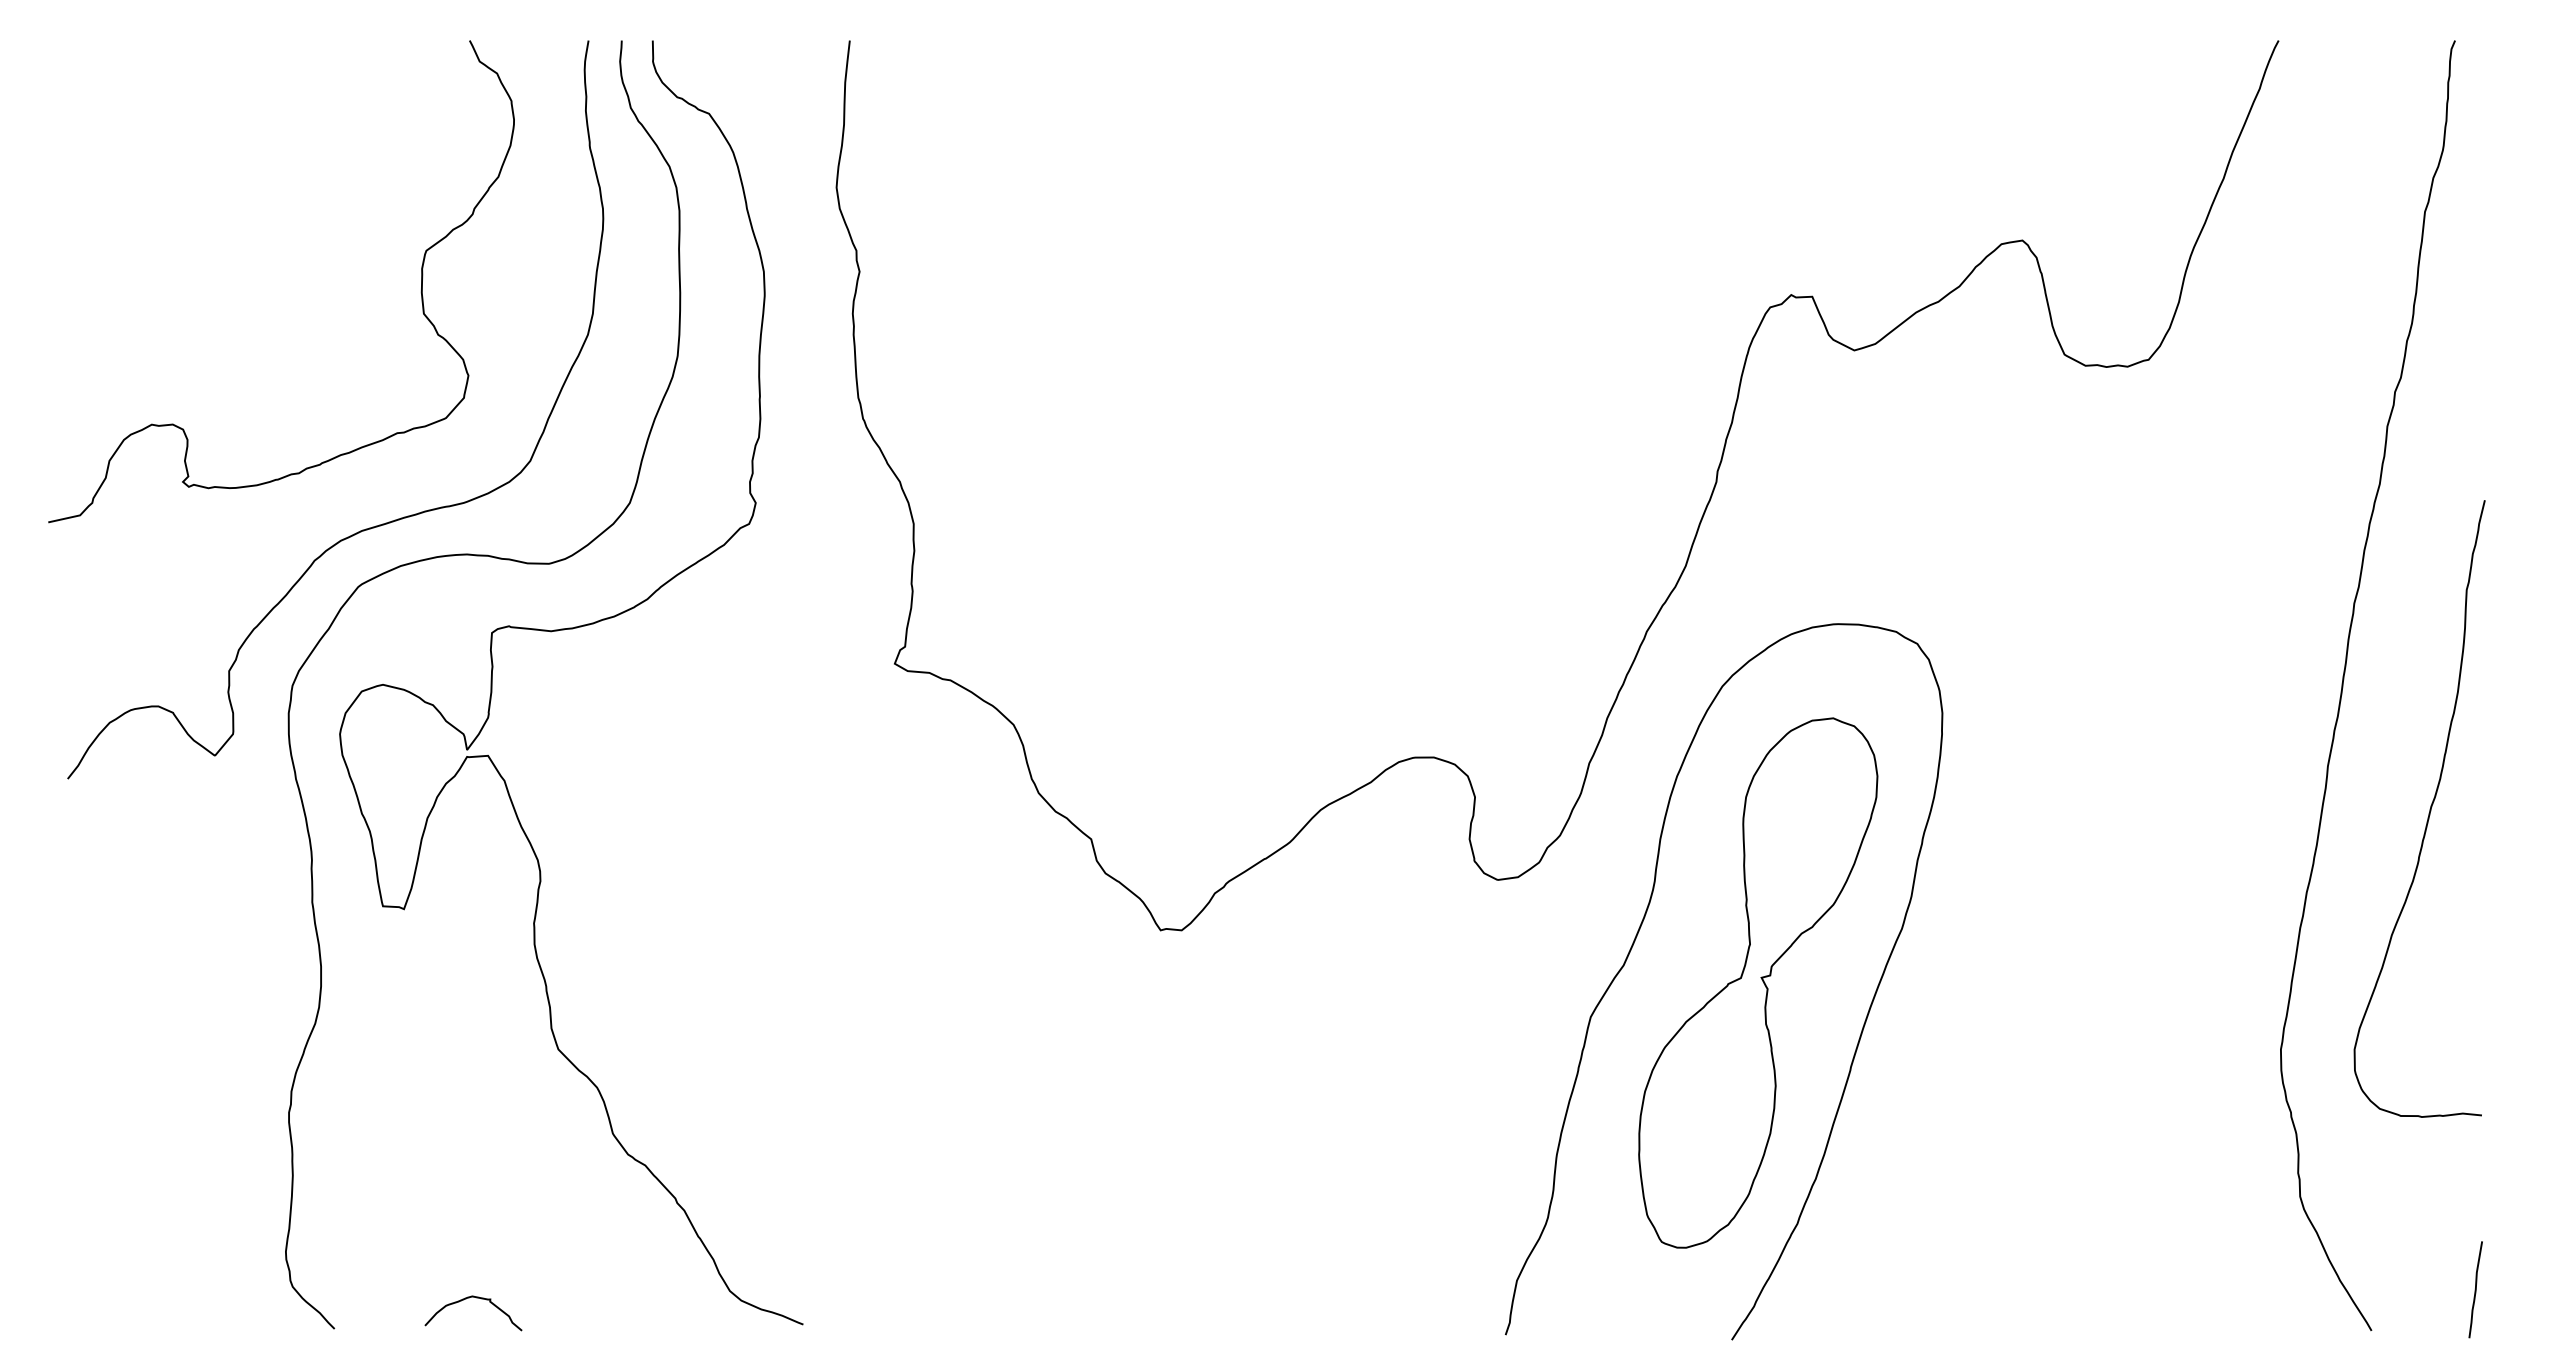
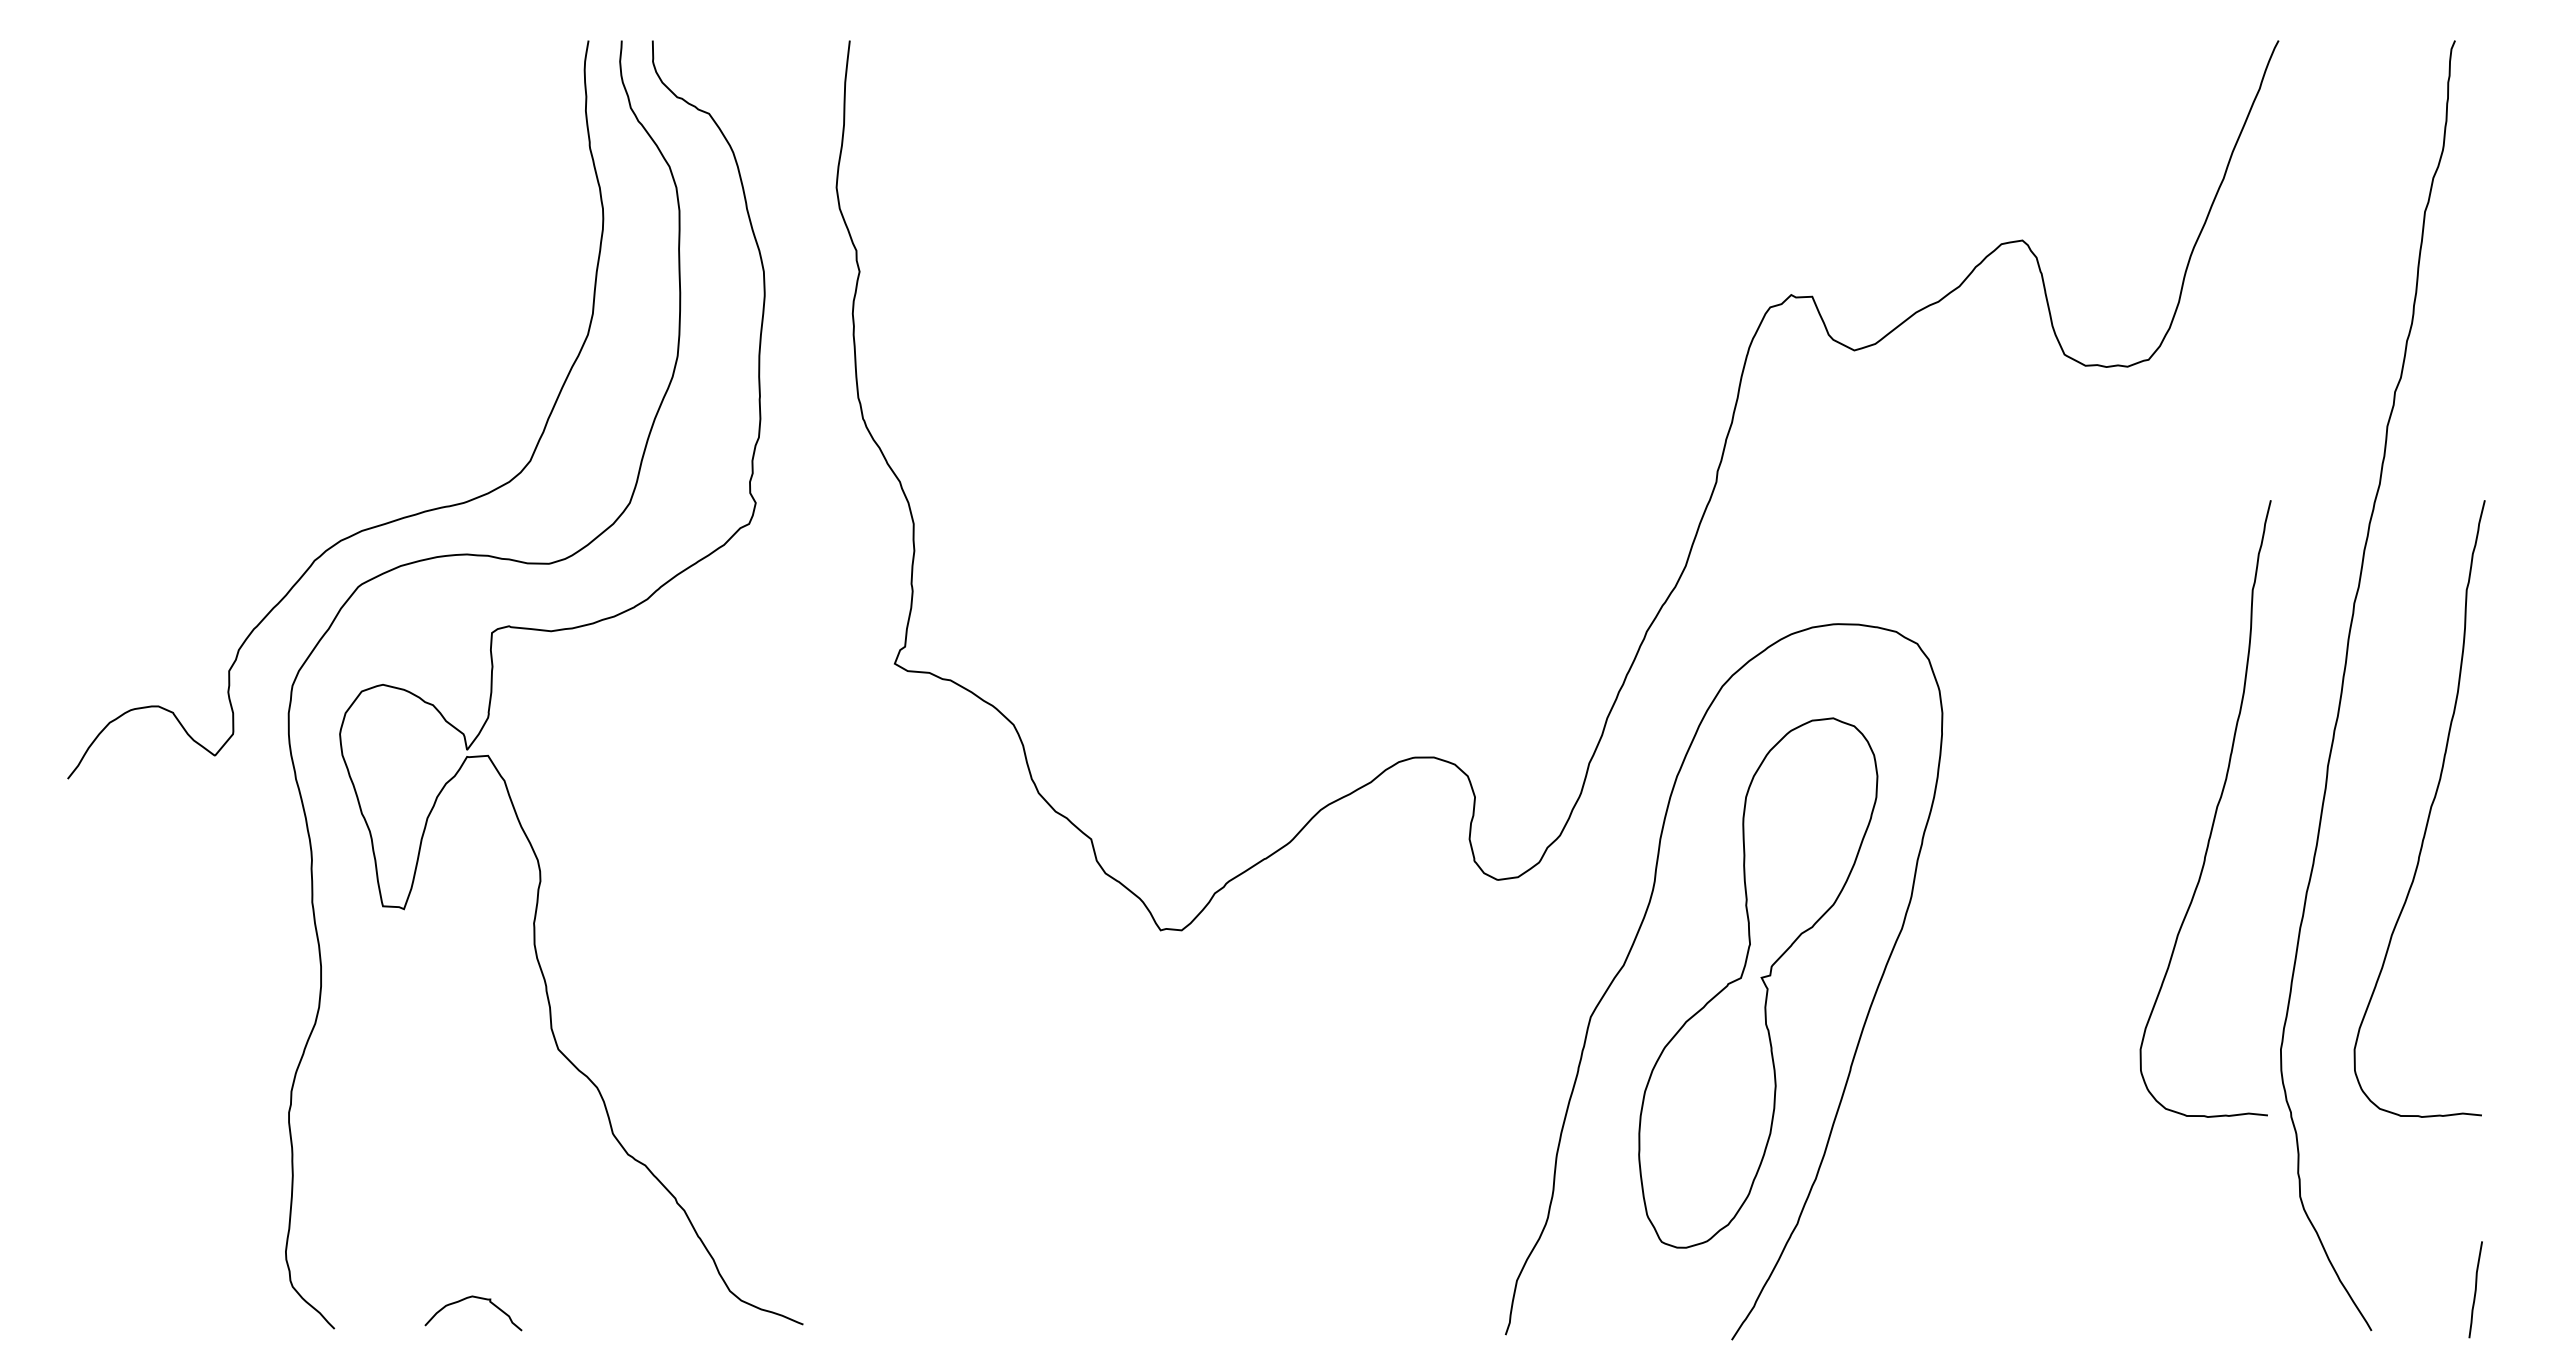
curve at (420, 291): present -> none
curve at (2215, 809): none -> present
